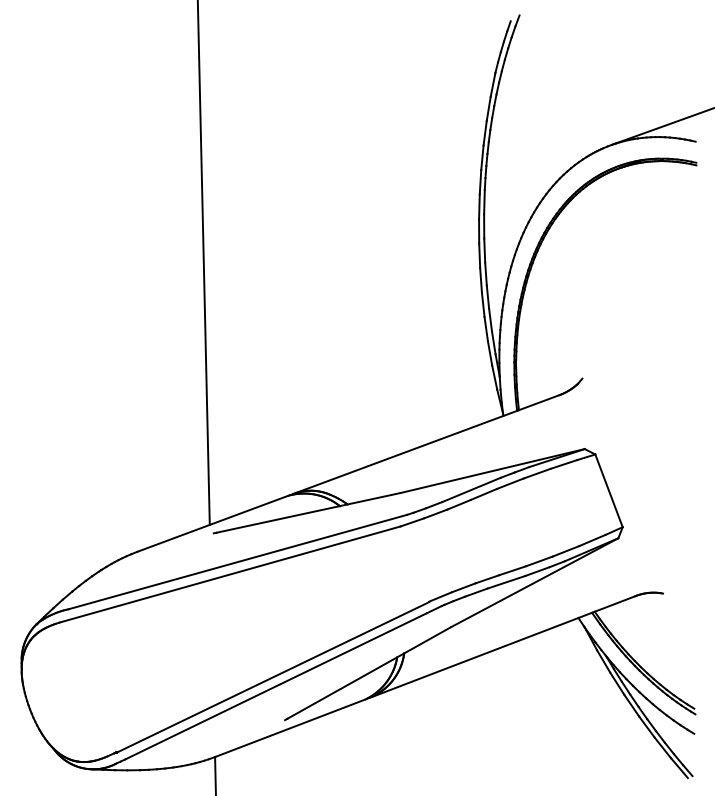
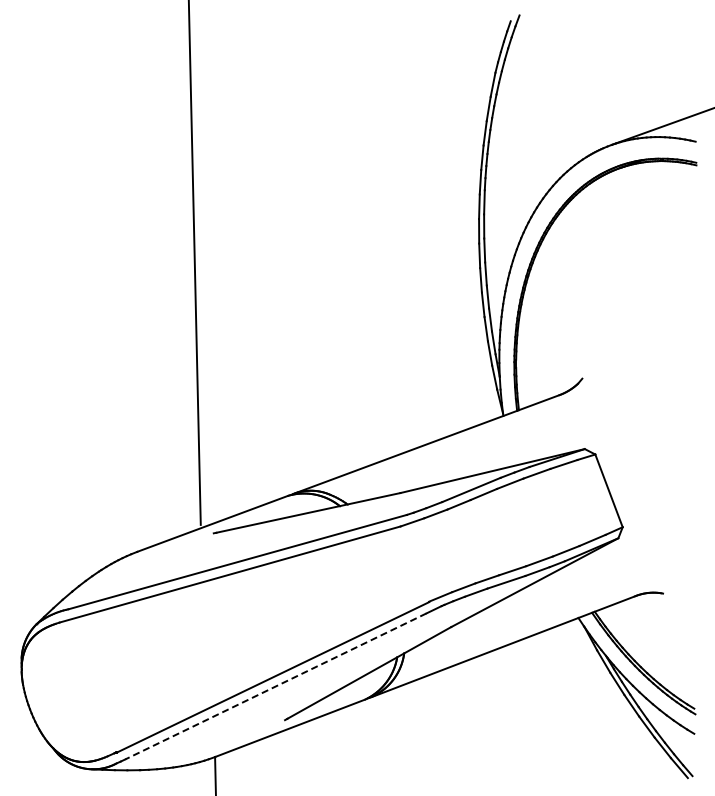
line at (203, 263) position: (203, 263) -> (194, 263)
line at (275, 686): solid -> dashed
